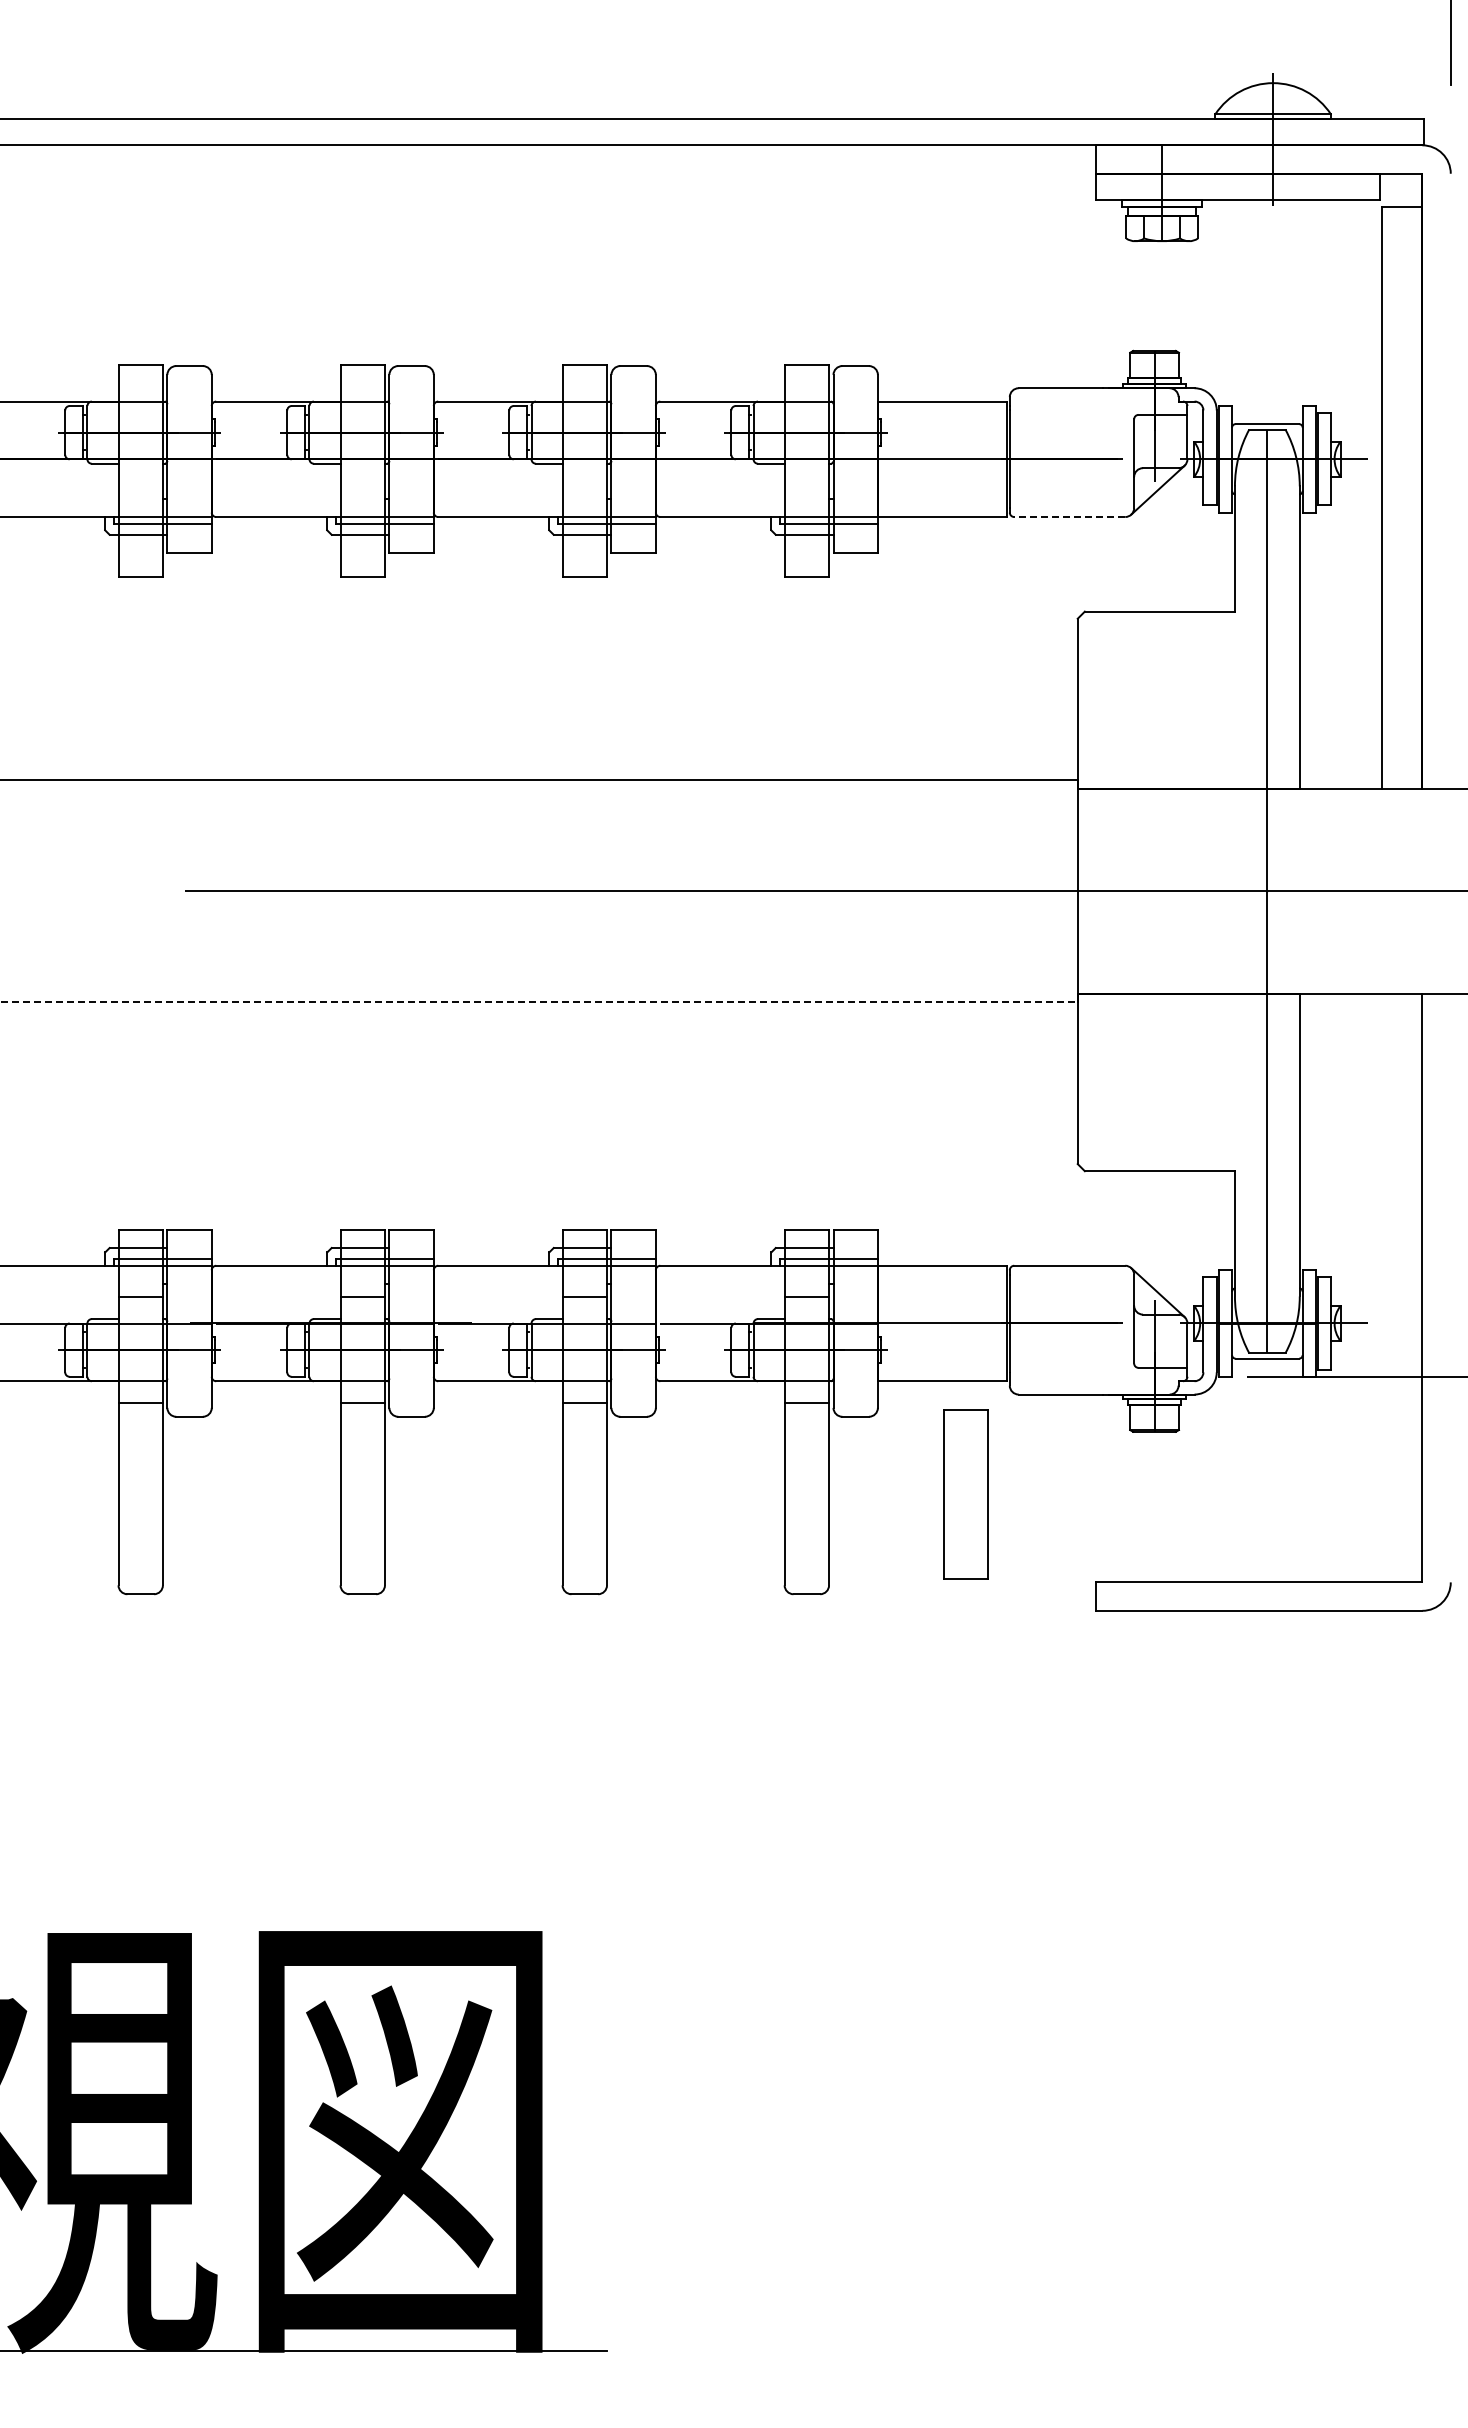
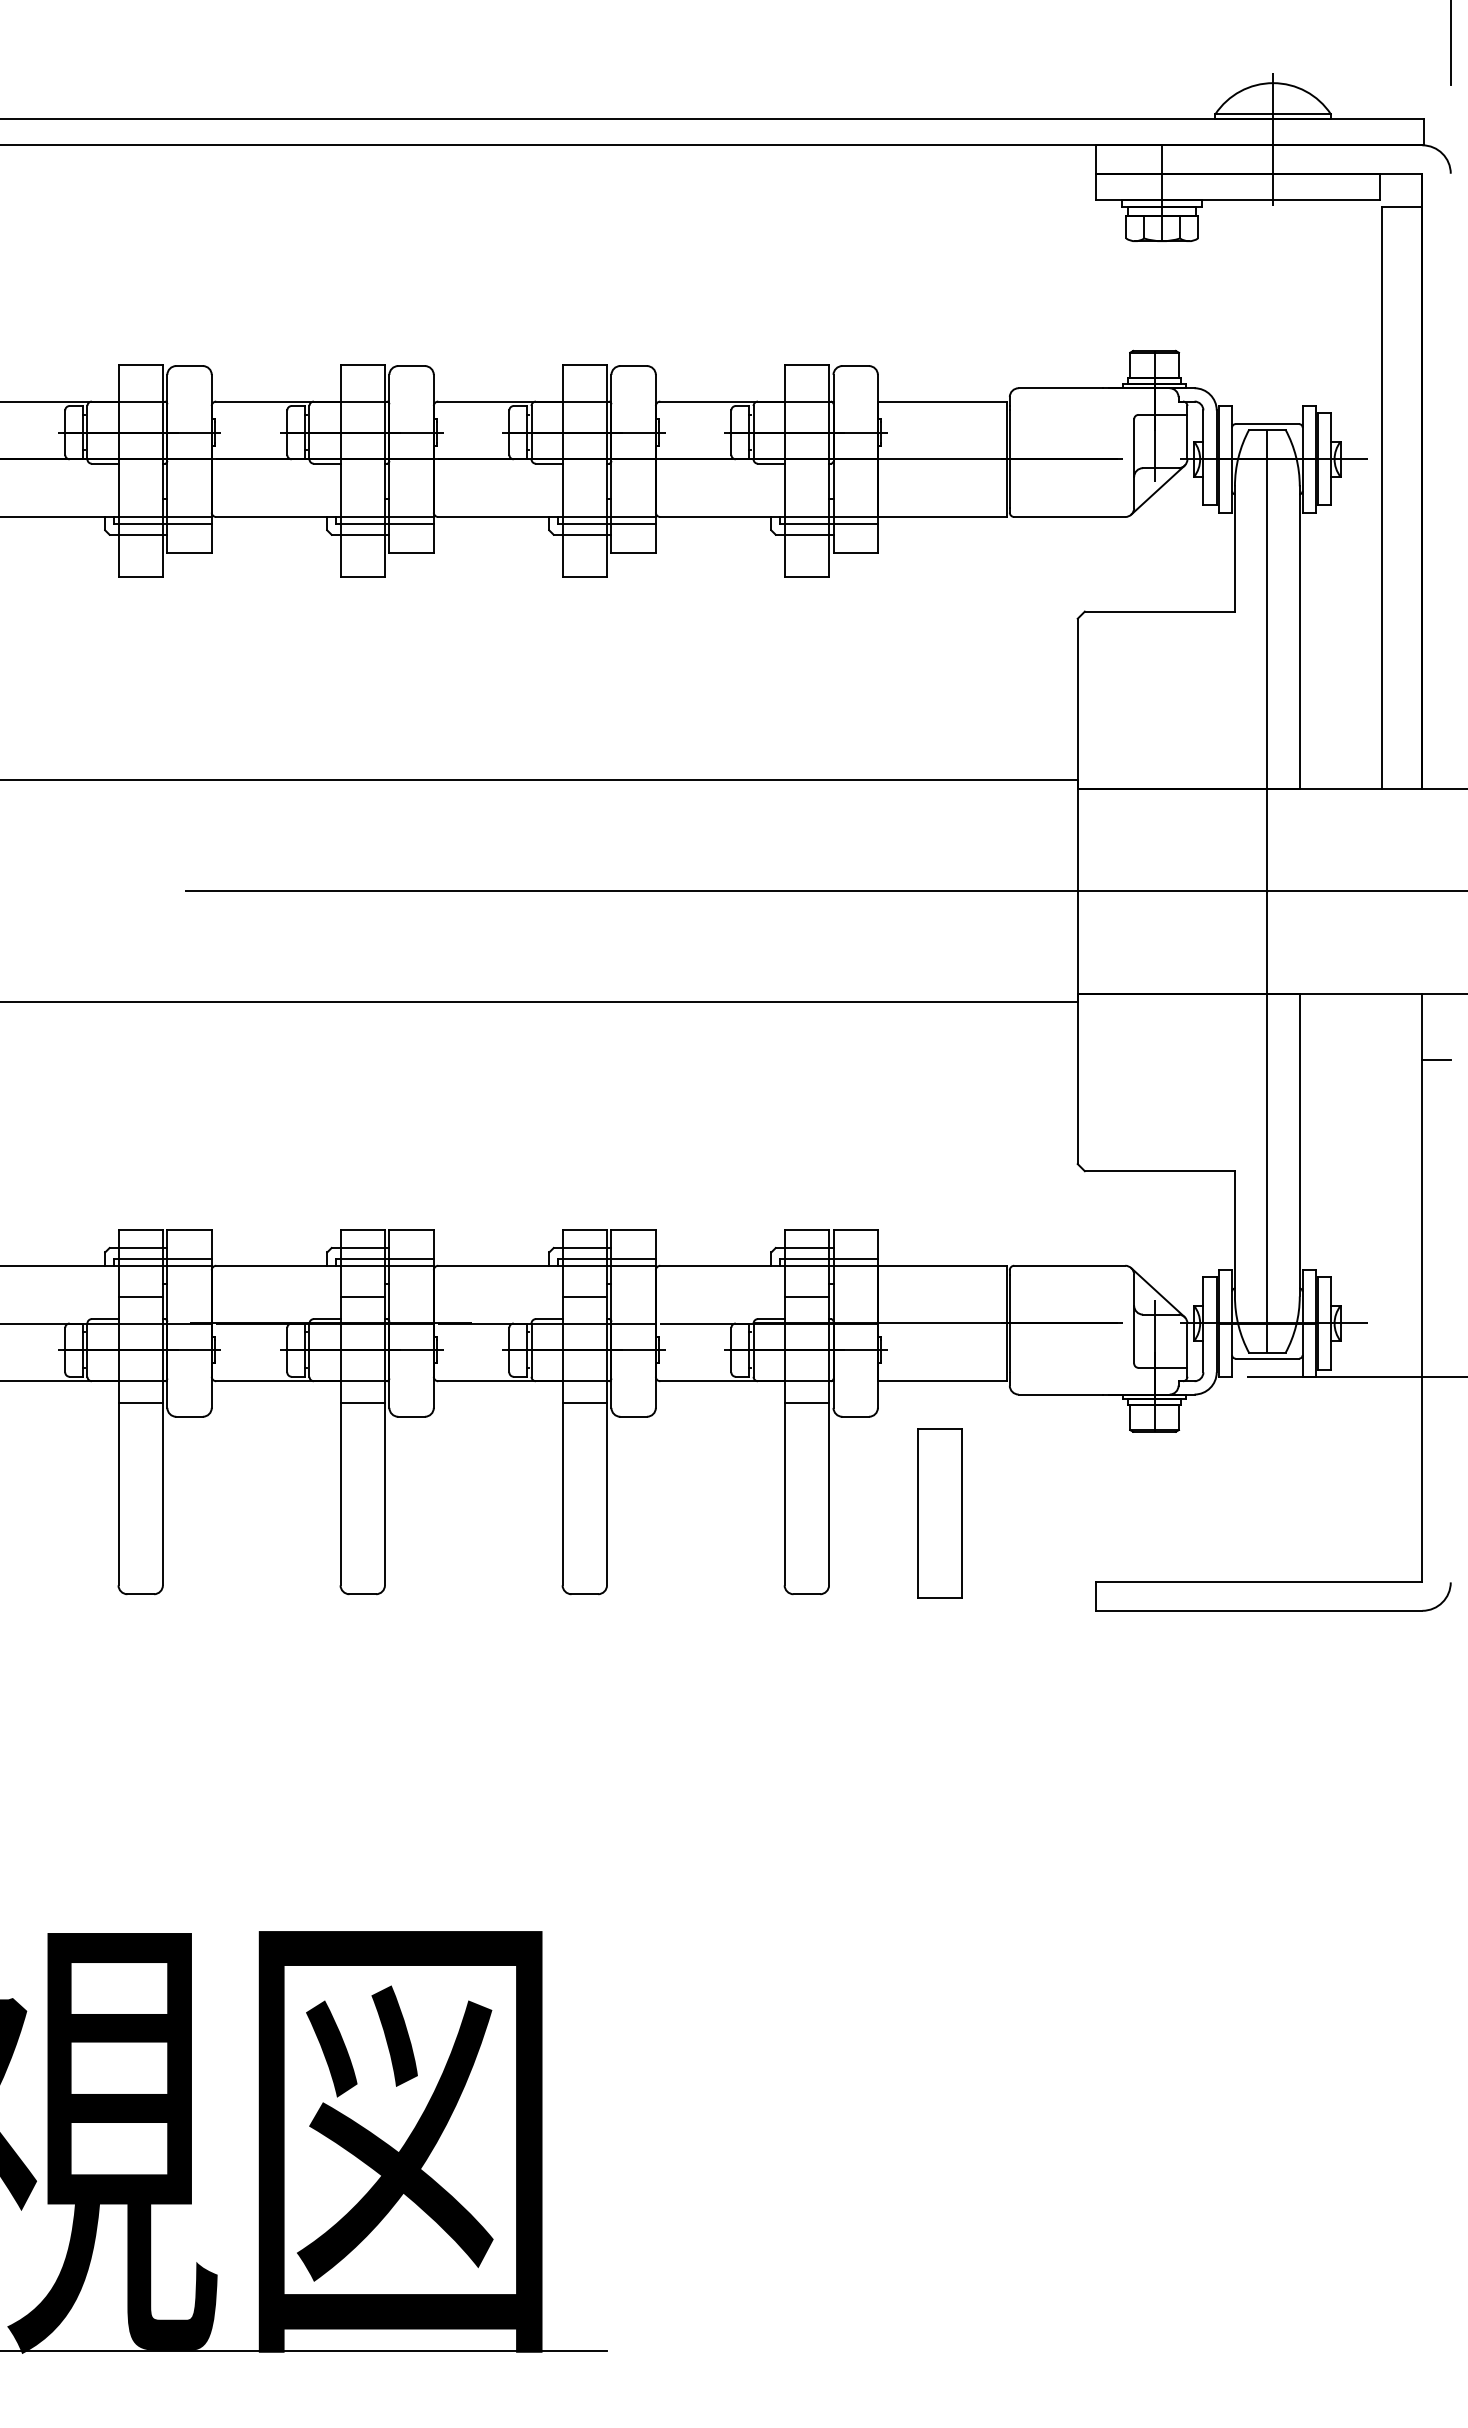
line at (1069, 517): dashed -> solid
line at (538, 1002): dashed -> solid
line at (1436, 1060): none -> present
part at (965, 1494) position: (965, 1494) -> (939, 1513)
